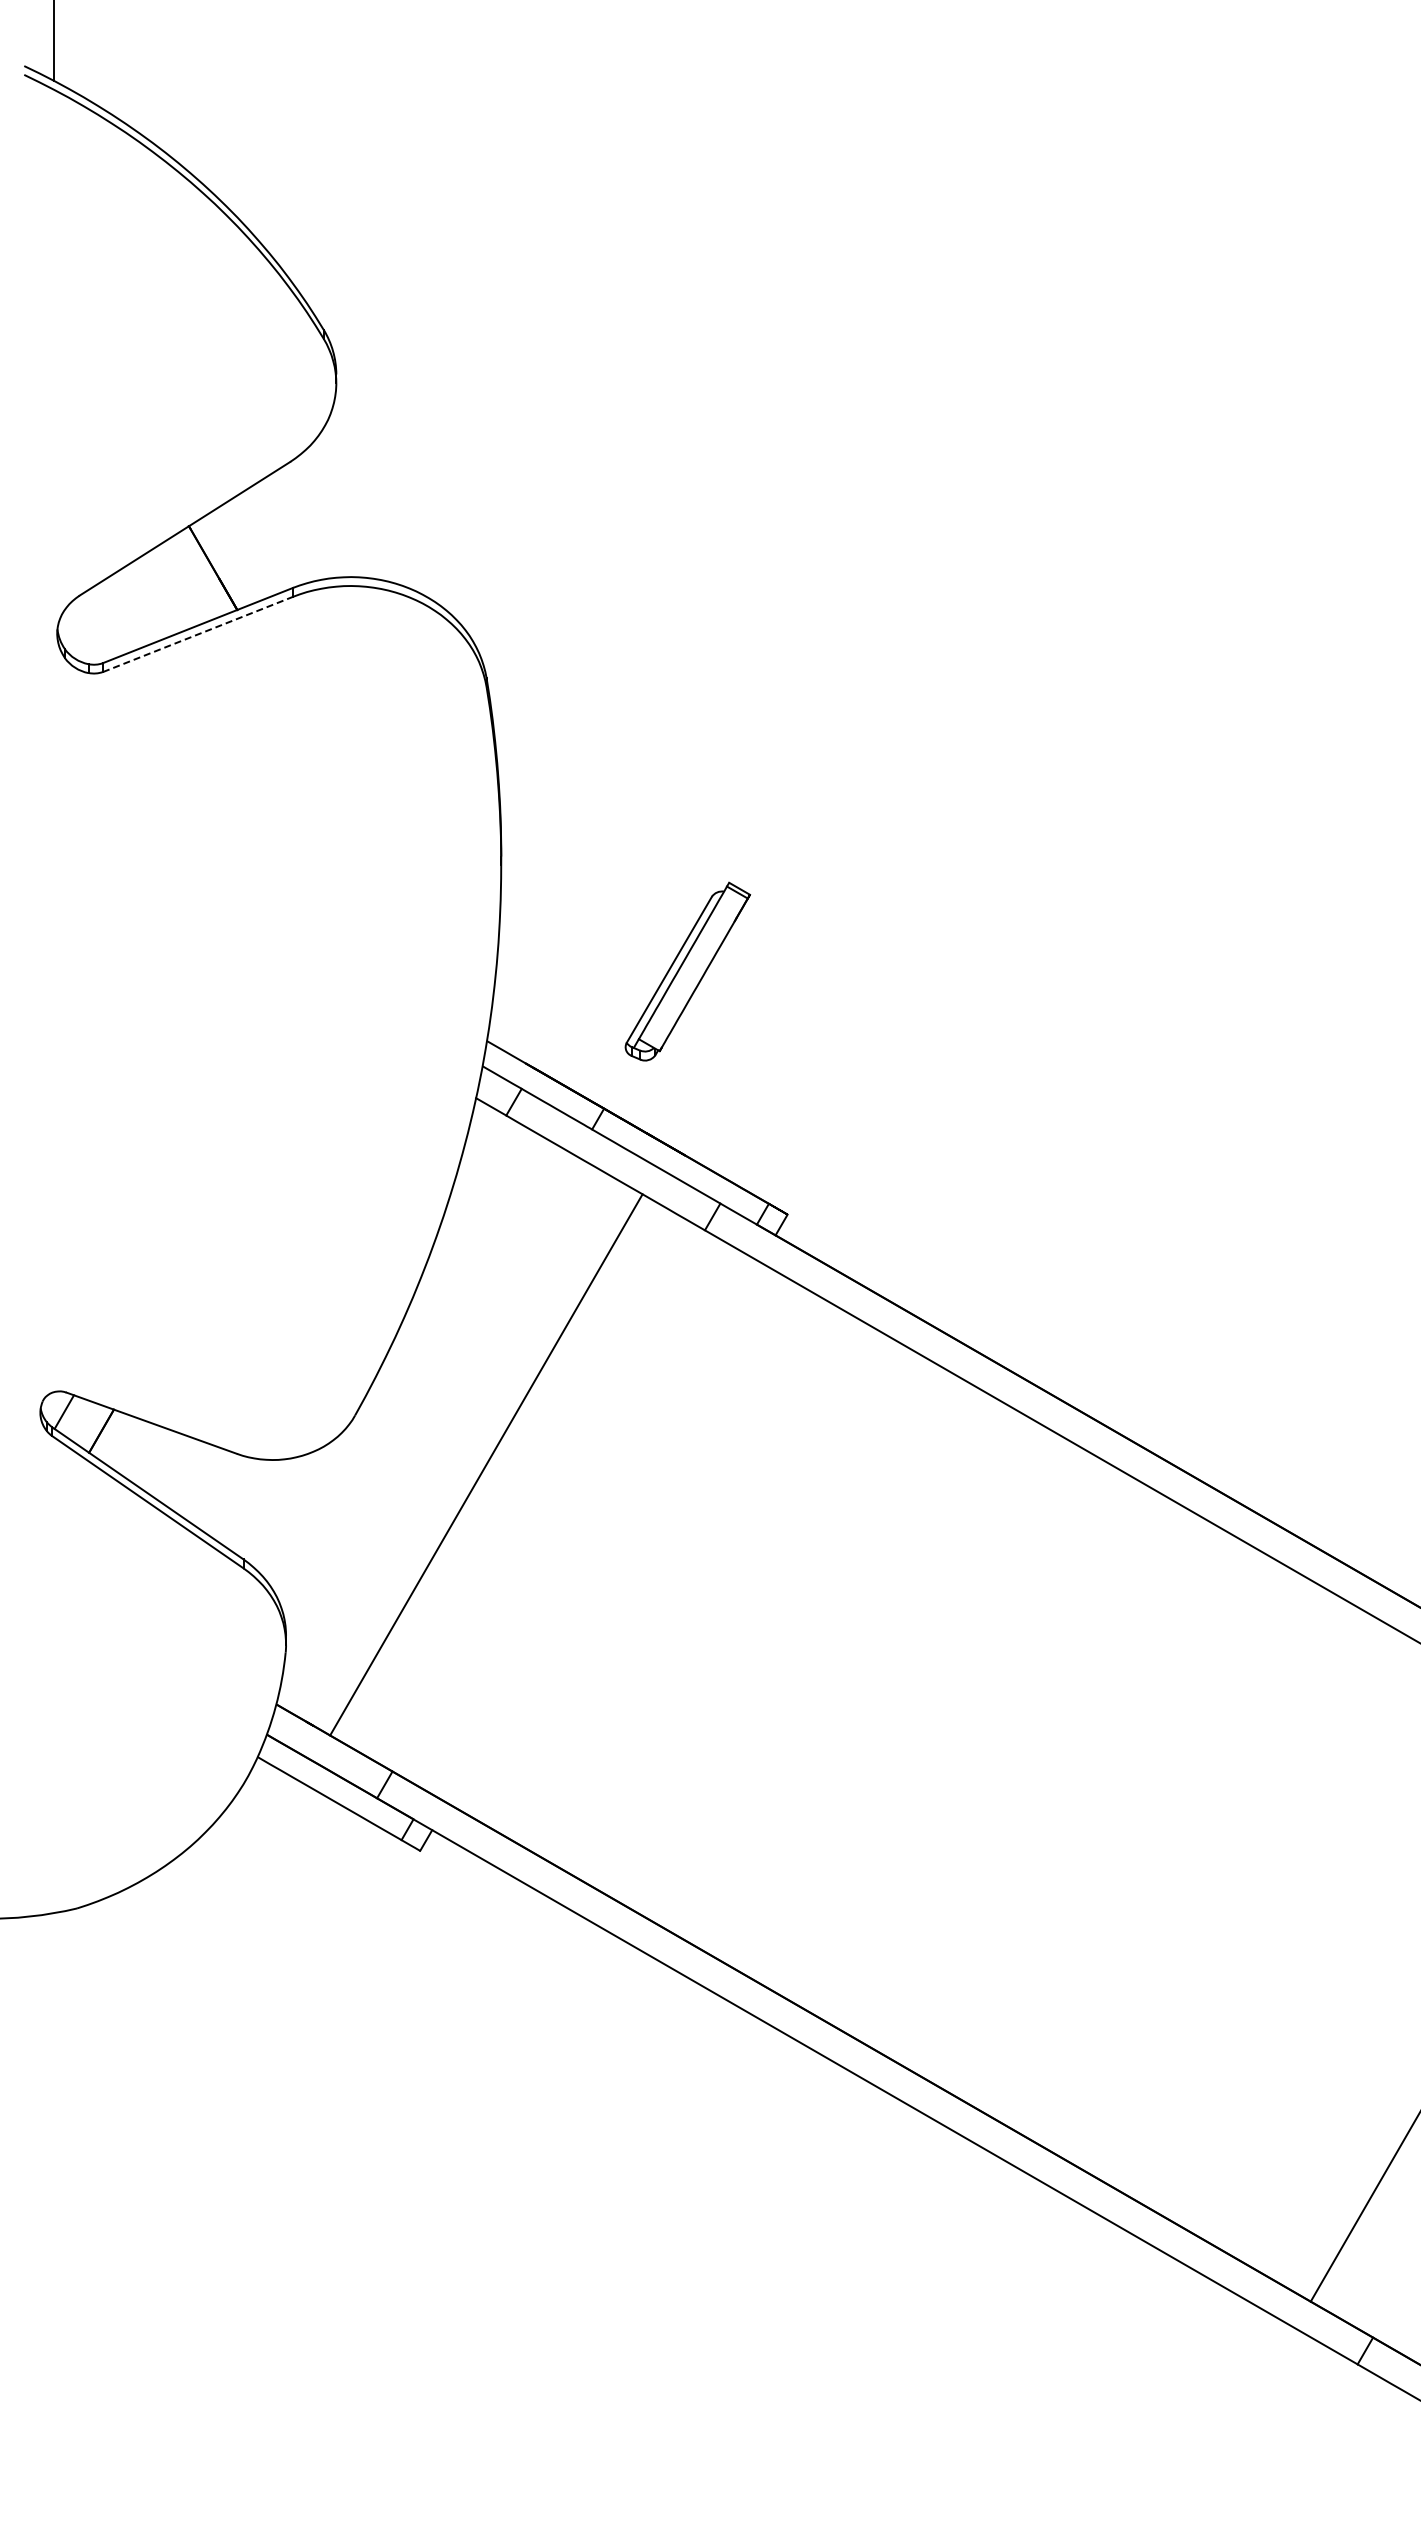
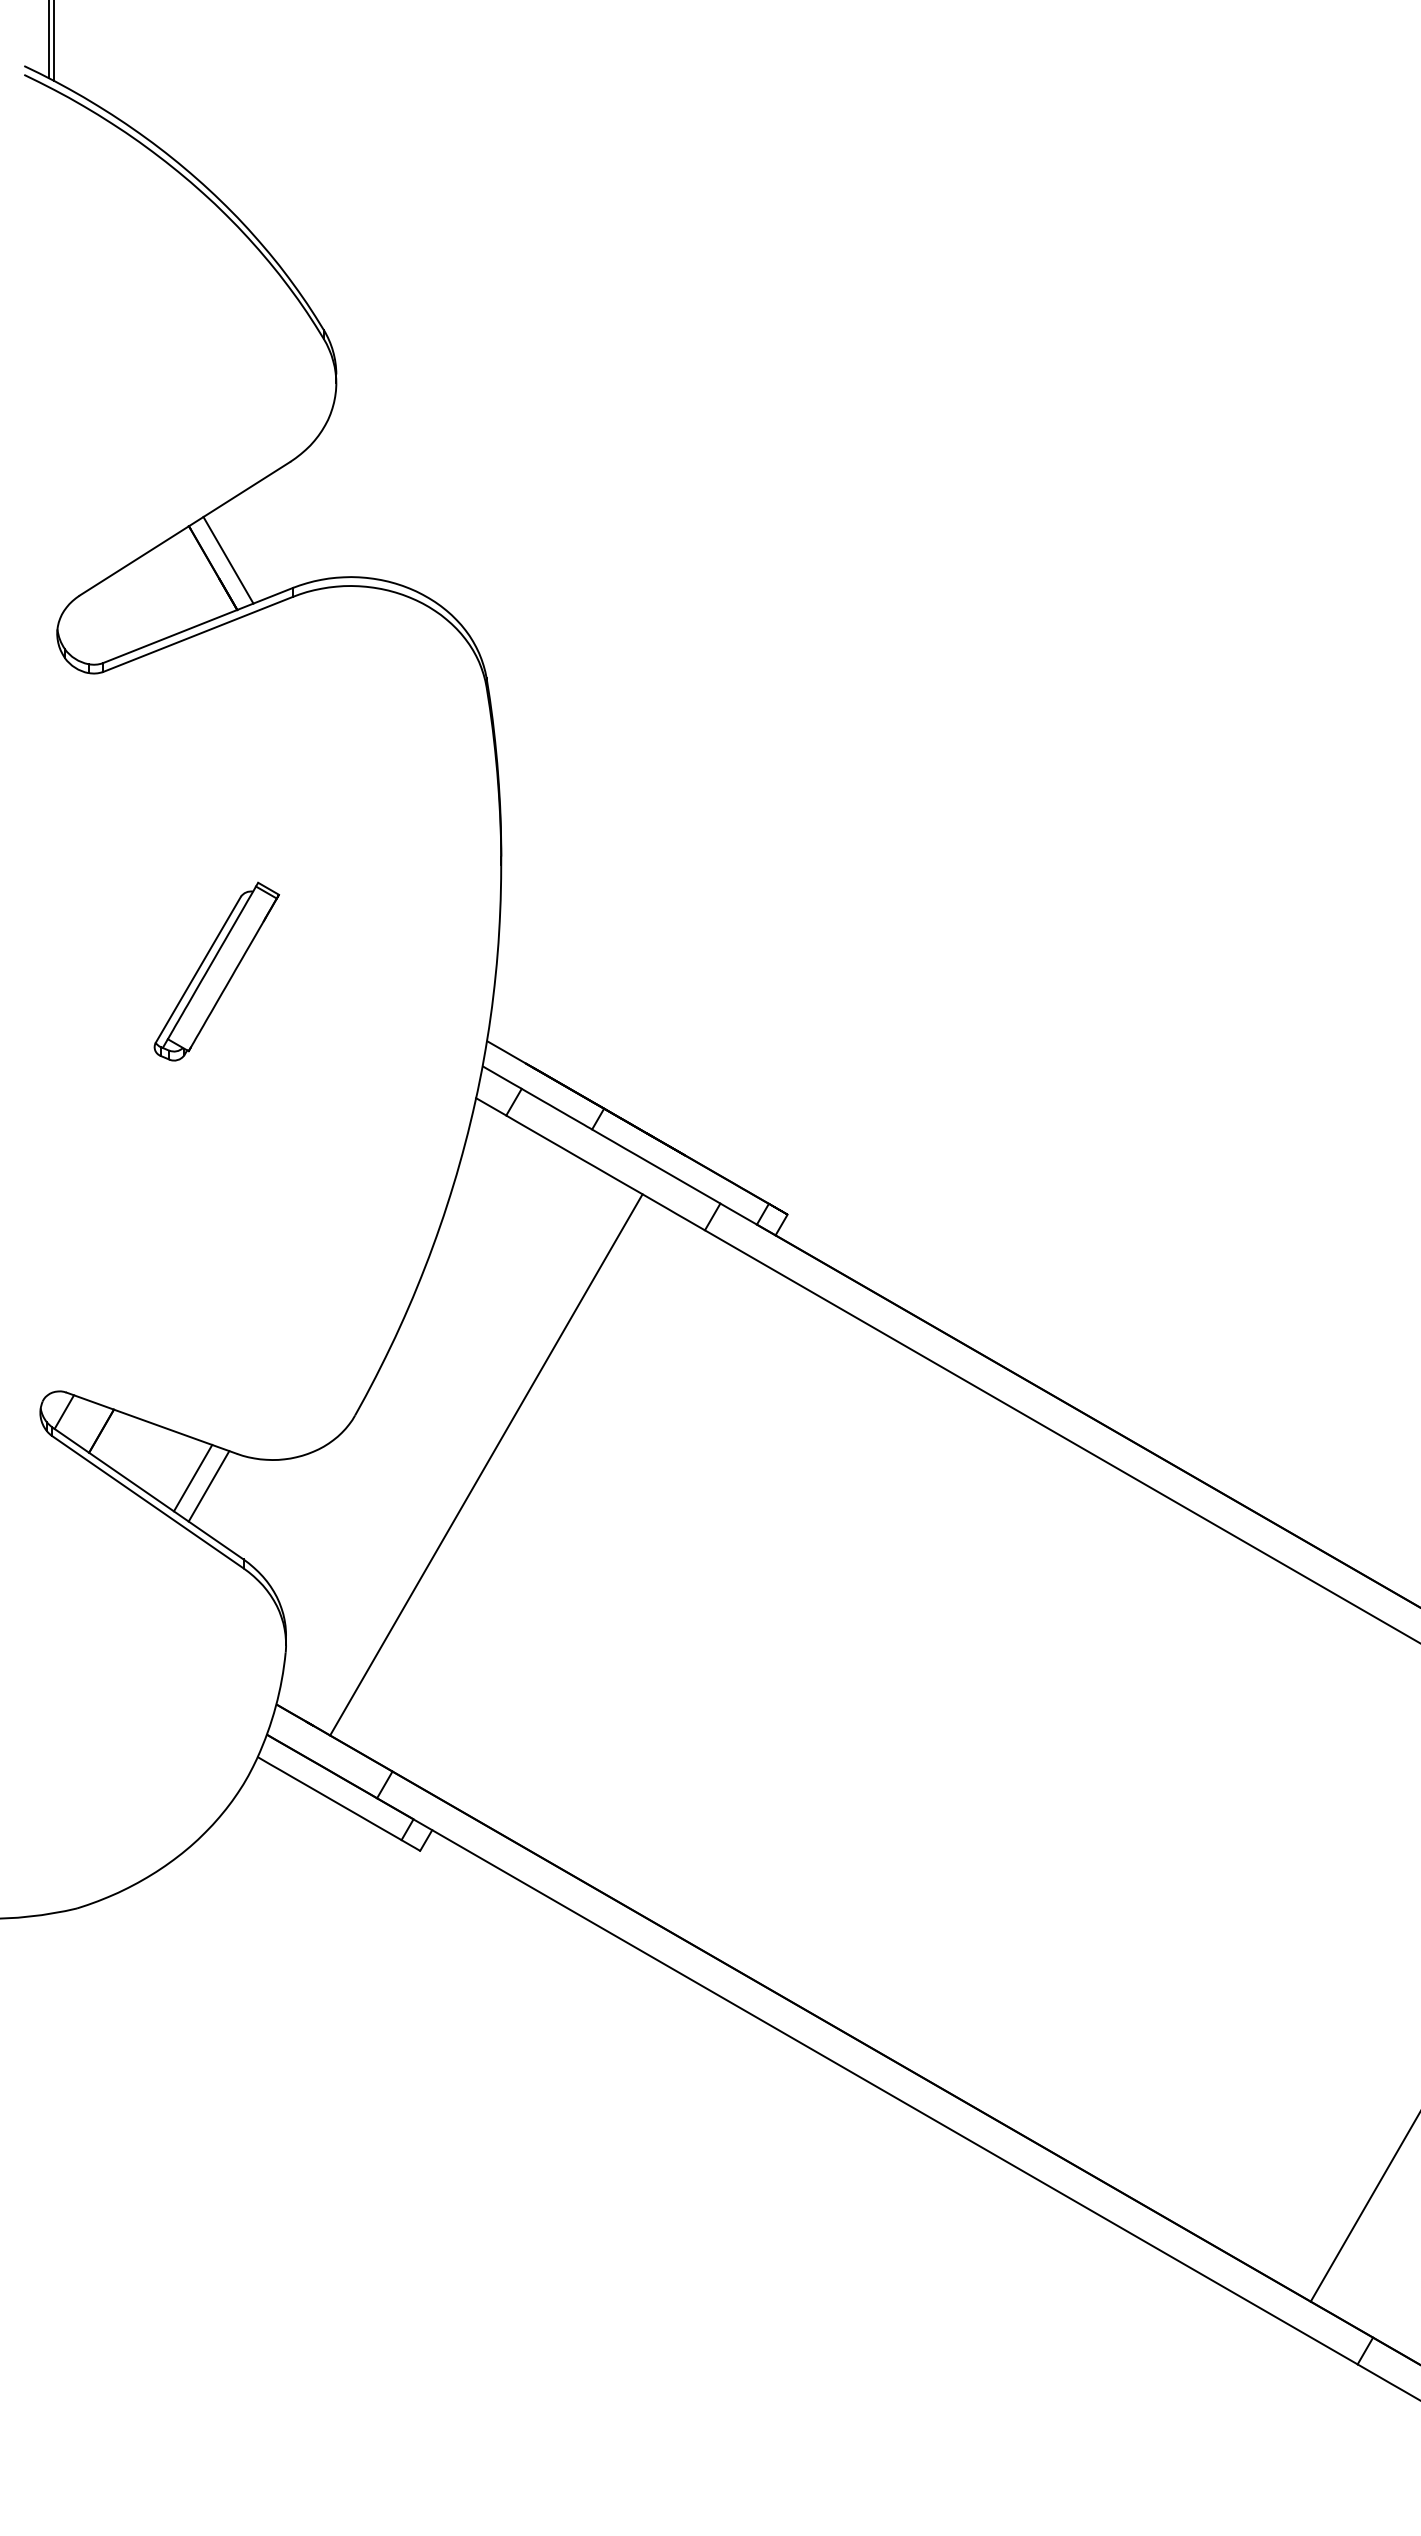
line at (48, 40): none -> present
line at (228, 560): none -> present
line at (198, 634): dashed -> solid
part at (687, 971) position: (687, 971) -> (216, 971)
line at (192, 1477): none -> present
line at (208, 1486): none -> present
